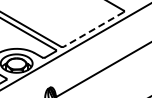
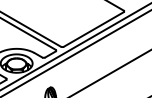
line at (93, 29): dashed -> solid
line at (76, 52): none -> present
line at (104, 68) position: (104, 68) -> (110, 72)
